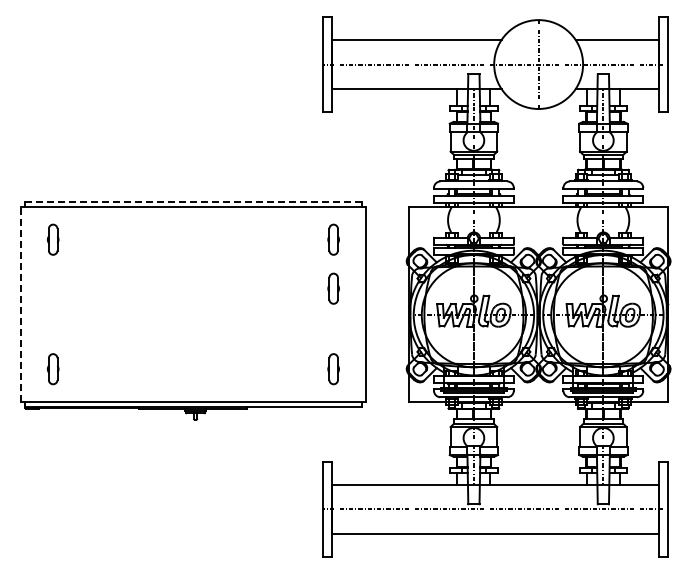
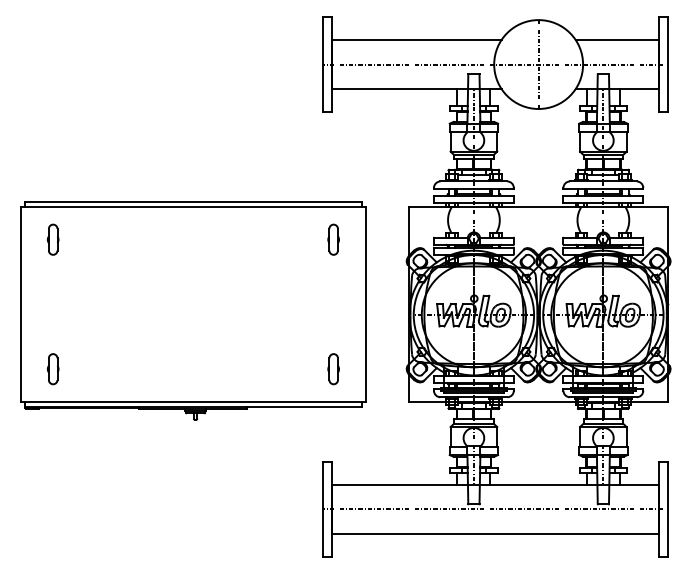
line at (192, 201): dashed -> solid
part at (333, 288): present -> none
line at (20, 303): dashed -> solid
